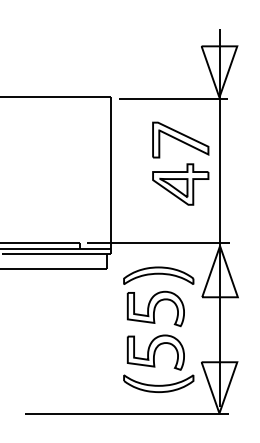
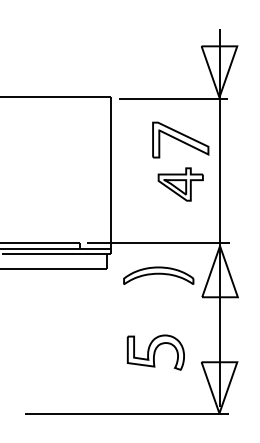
part at (180, 184) size: 58x43 px -> 47x35 px
part at (155, 308): present -> none
part at (158, 383): present -> none
